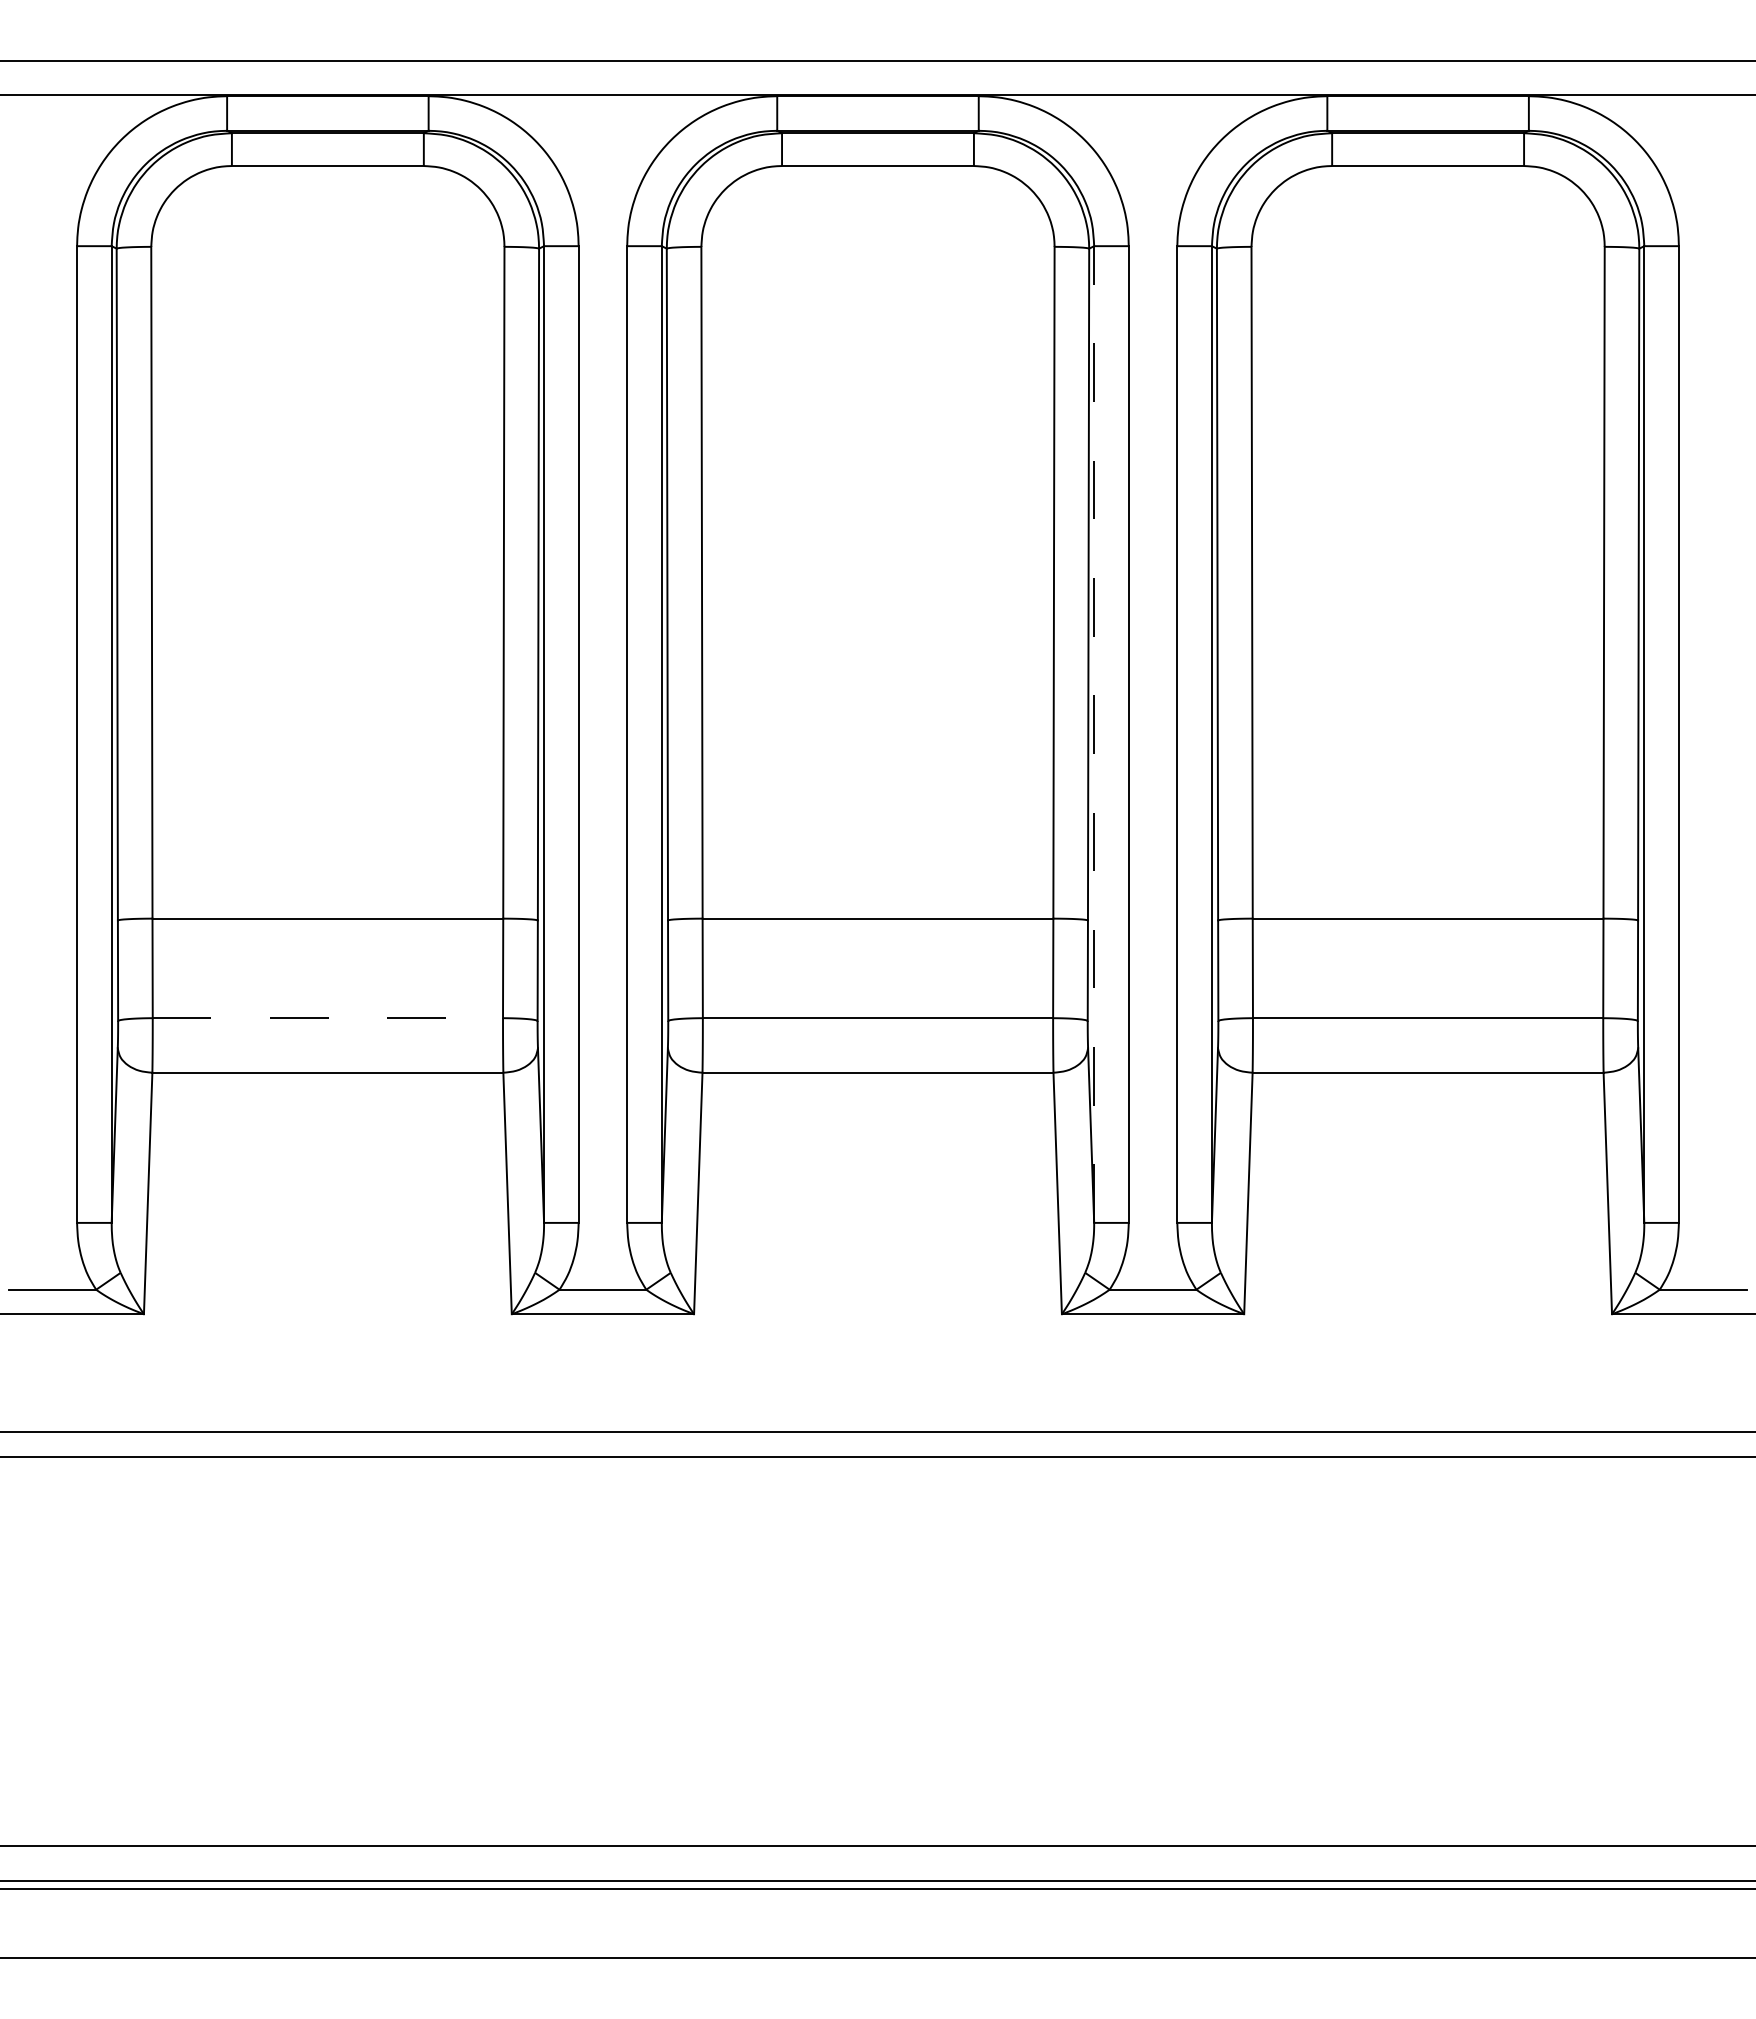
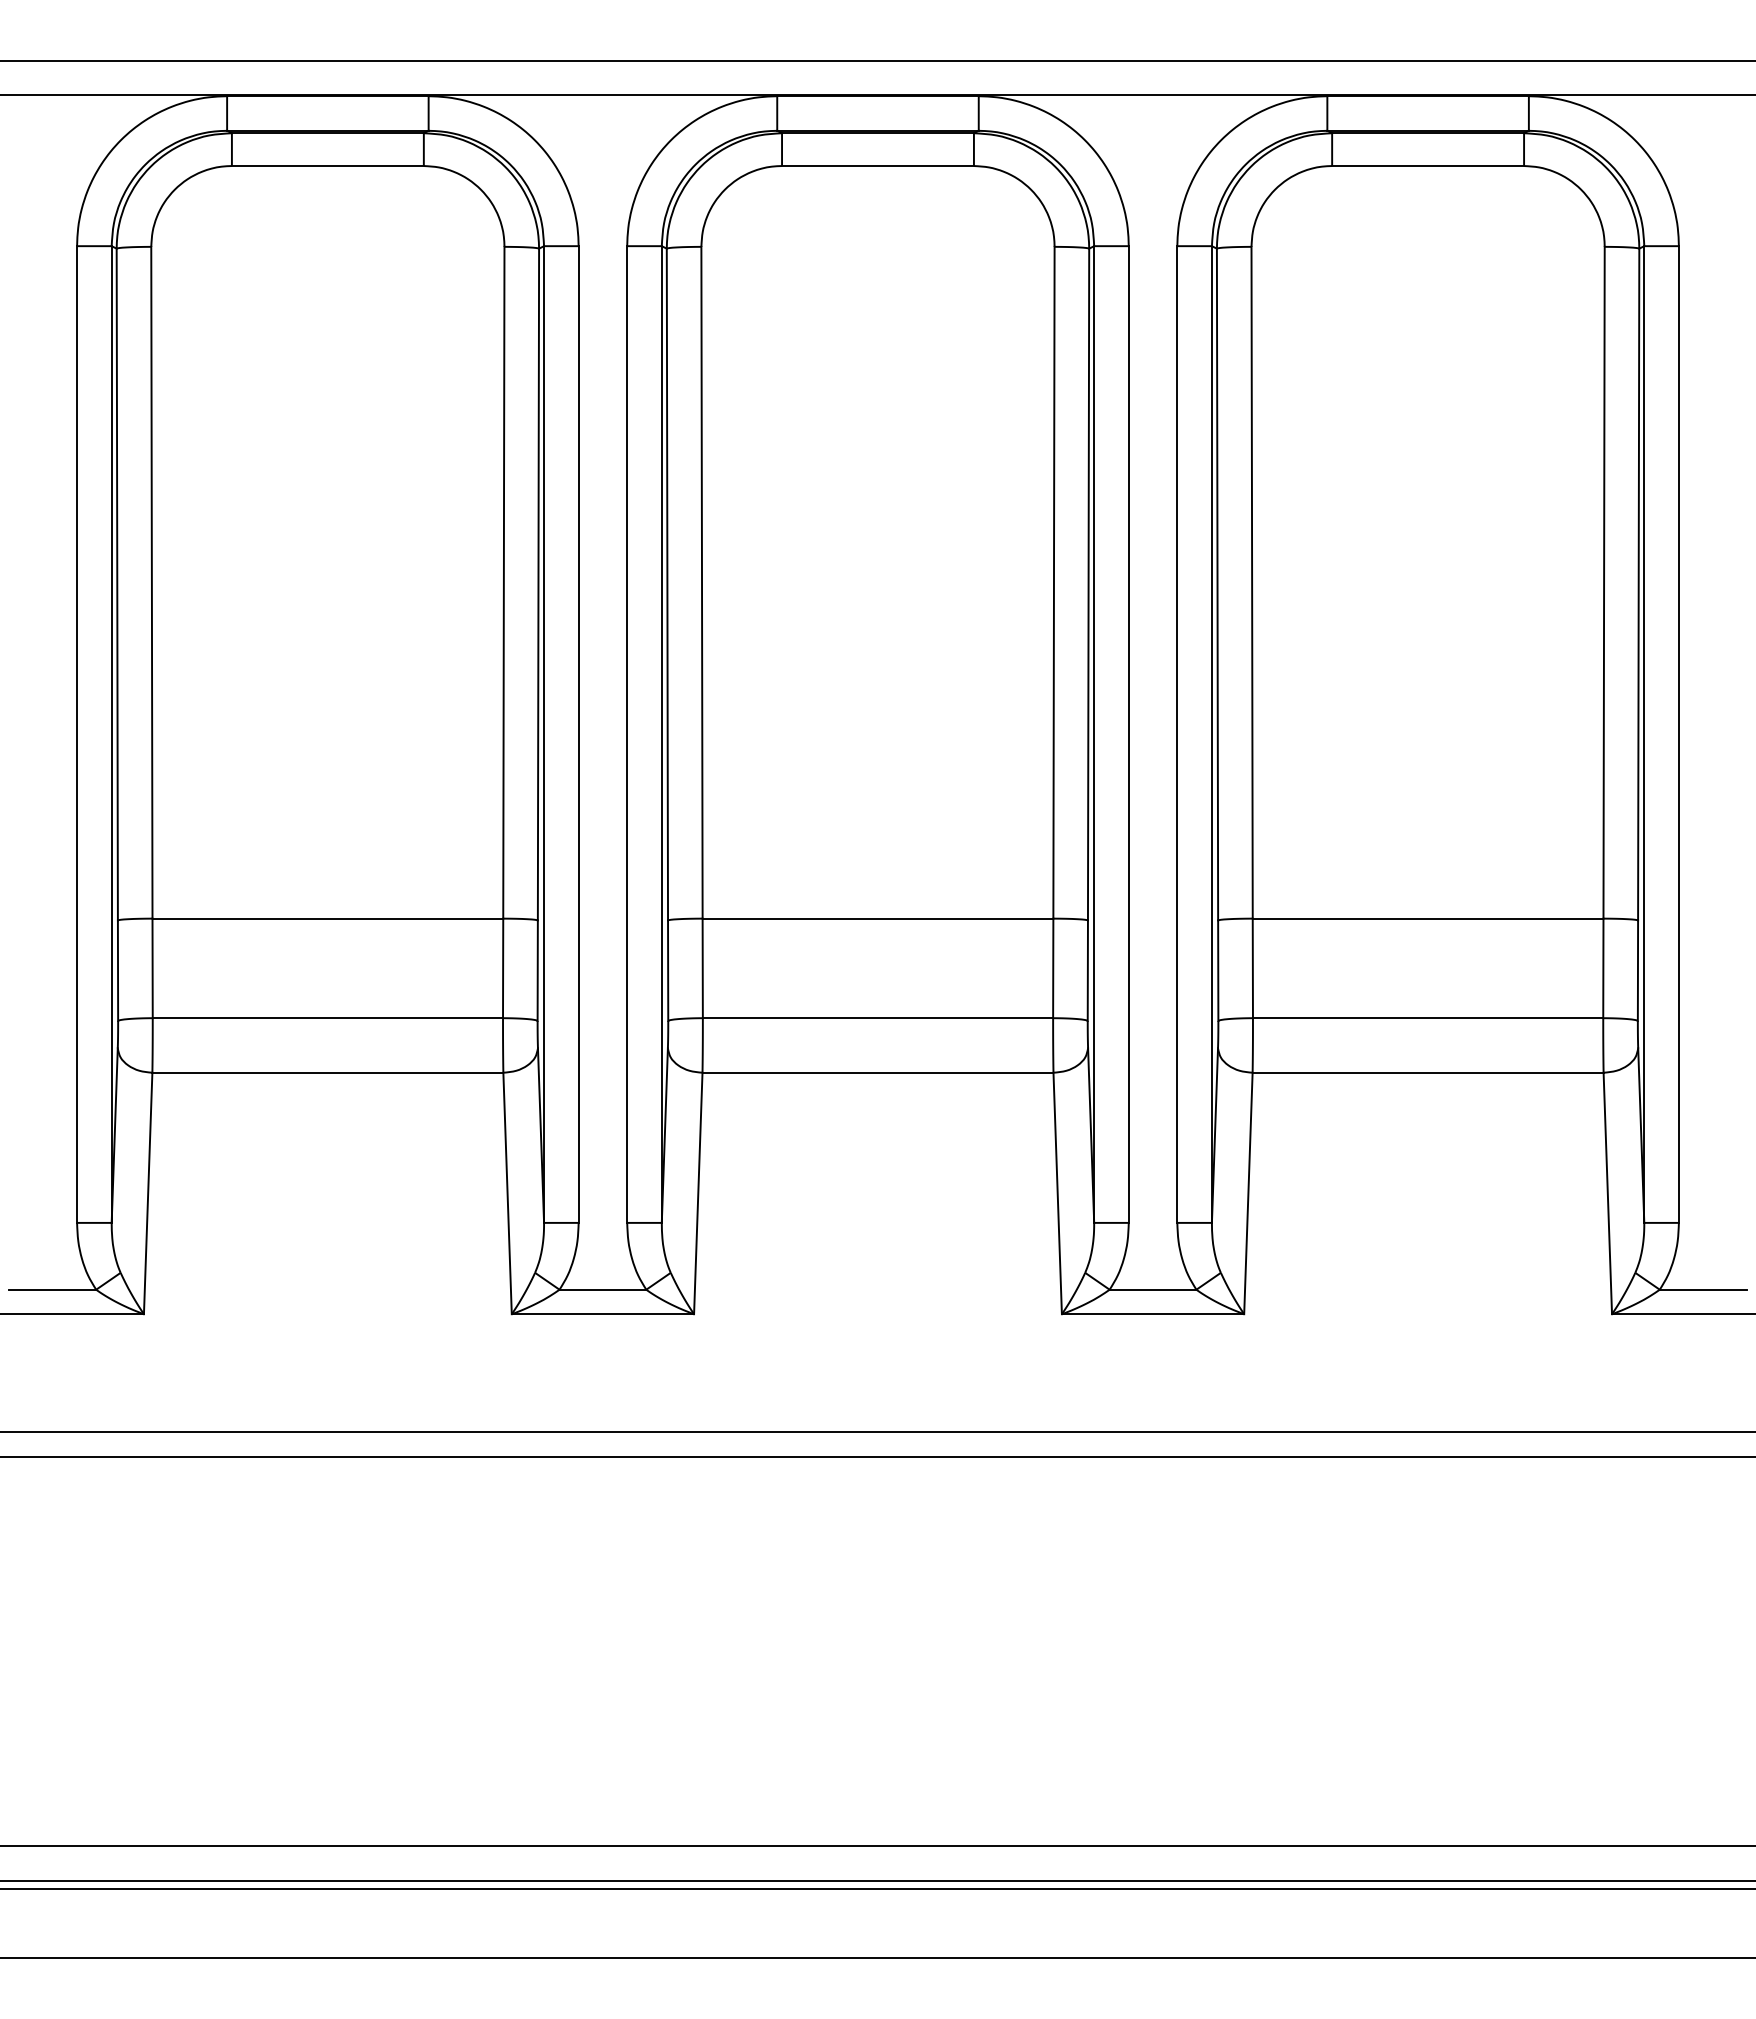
line at (1094, 734): dashed -> solid
line at (328, 1018): dashed -> solid
